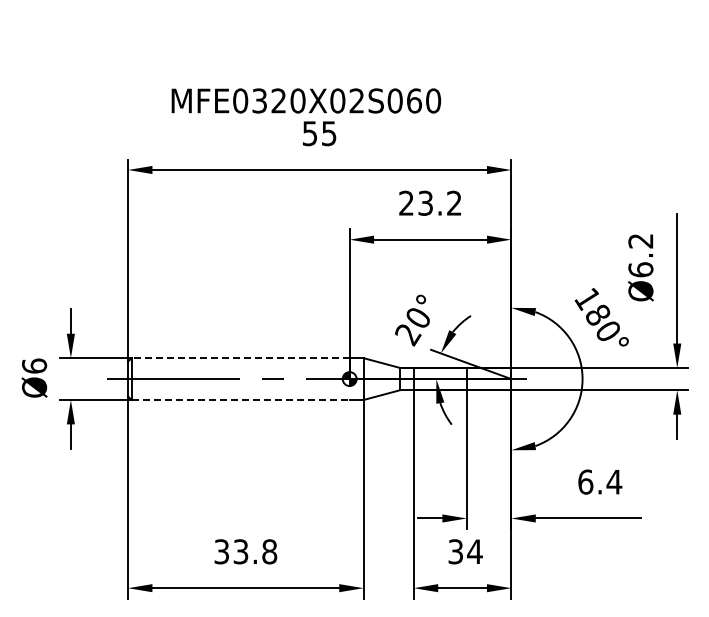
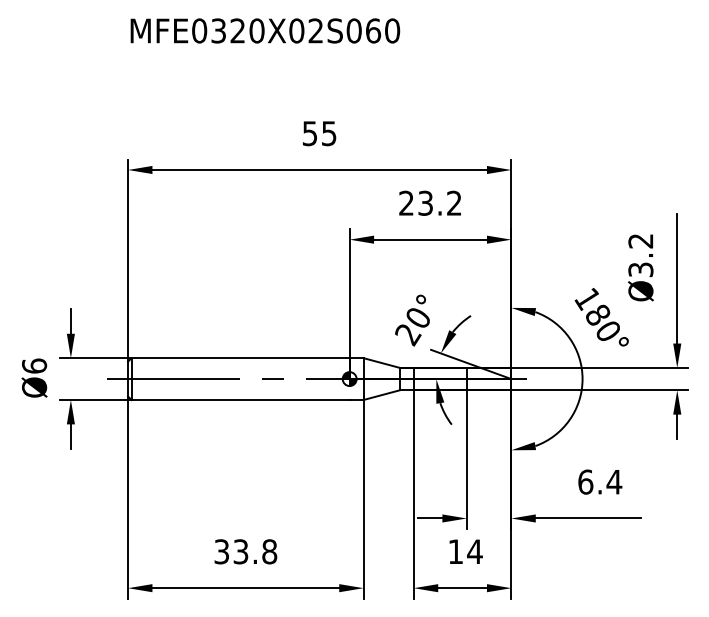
text at (306, 100) position: (306, 100) -> (265, 30)
text at (640, 269): Ø6.2 -> Ø3.2
line at (240, 358): dashed -> solid
line at (241, 400): dashed -> solid
text at (455, 551): 34 -> 14
